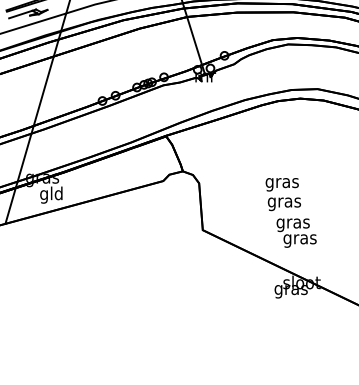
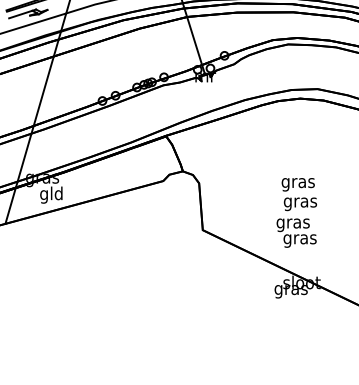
text at (282, 194) position: (282, 194) -> (298, 194)
